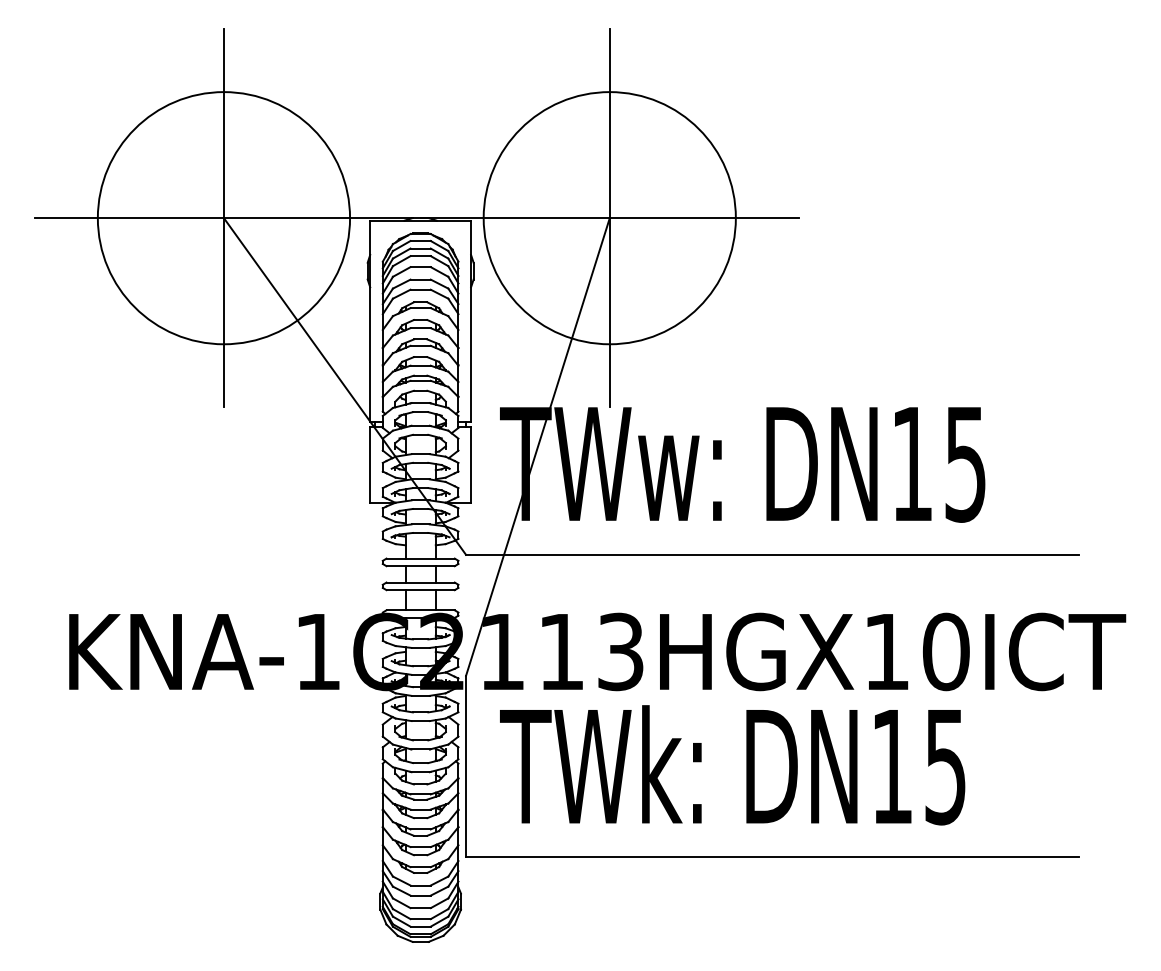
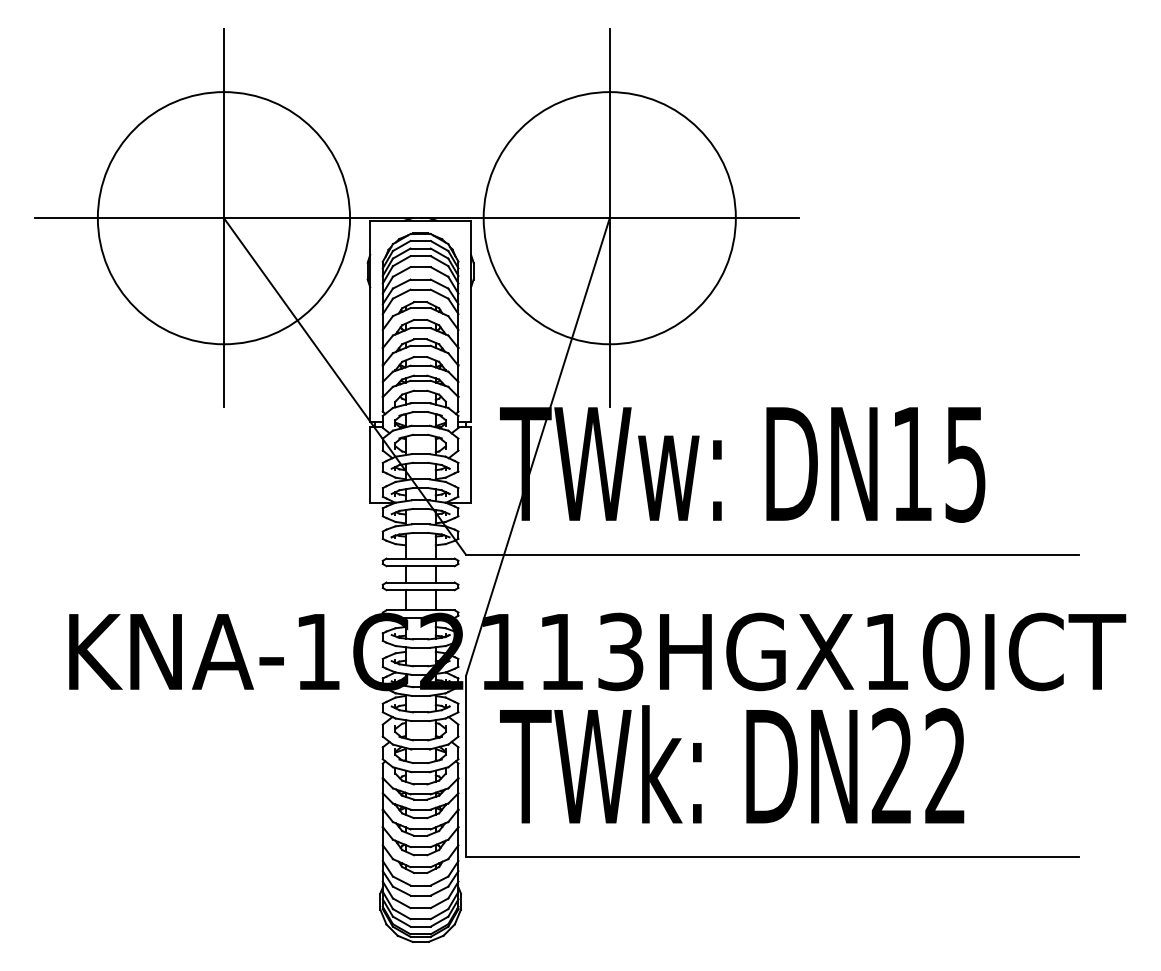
text at (918, 766): DN15 -> DN22
